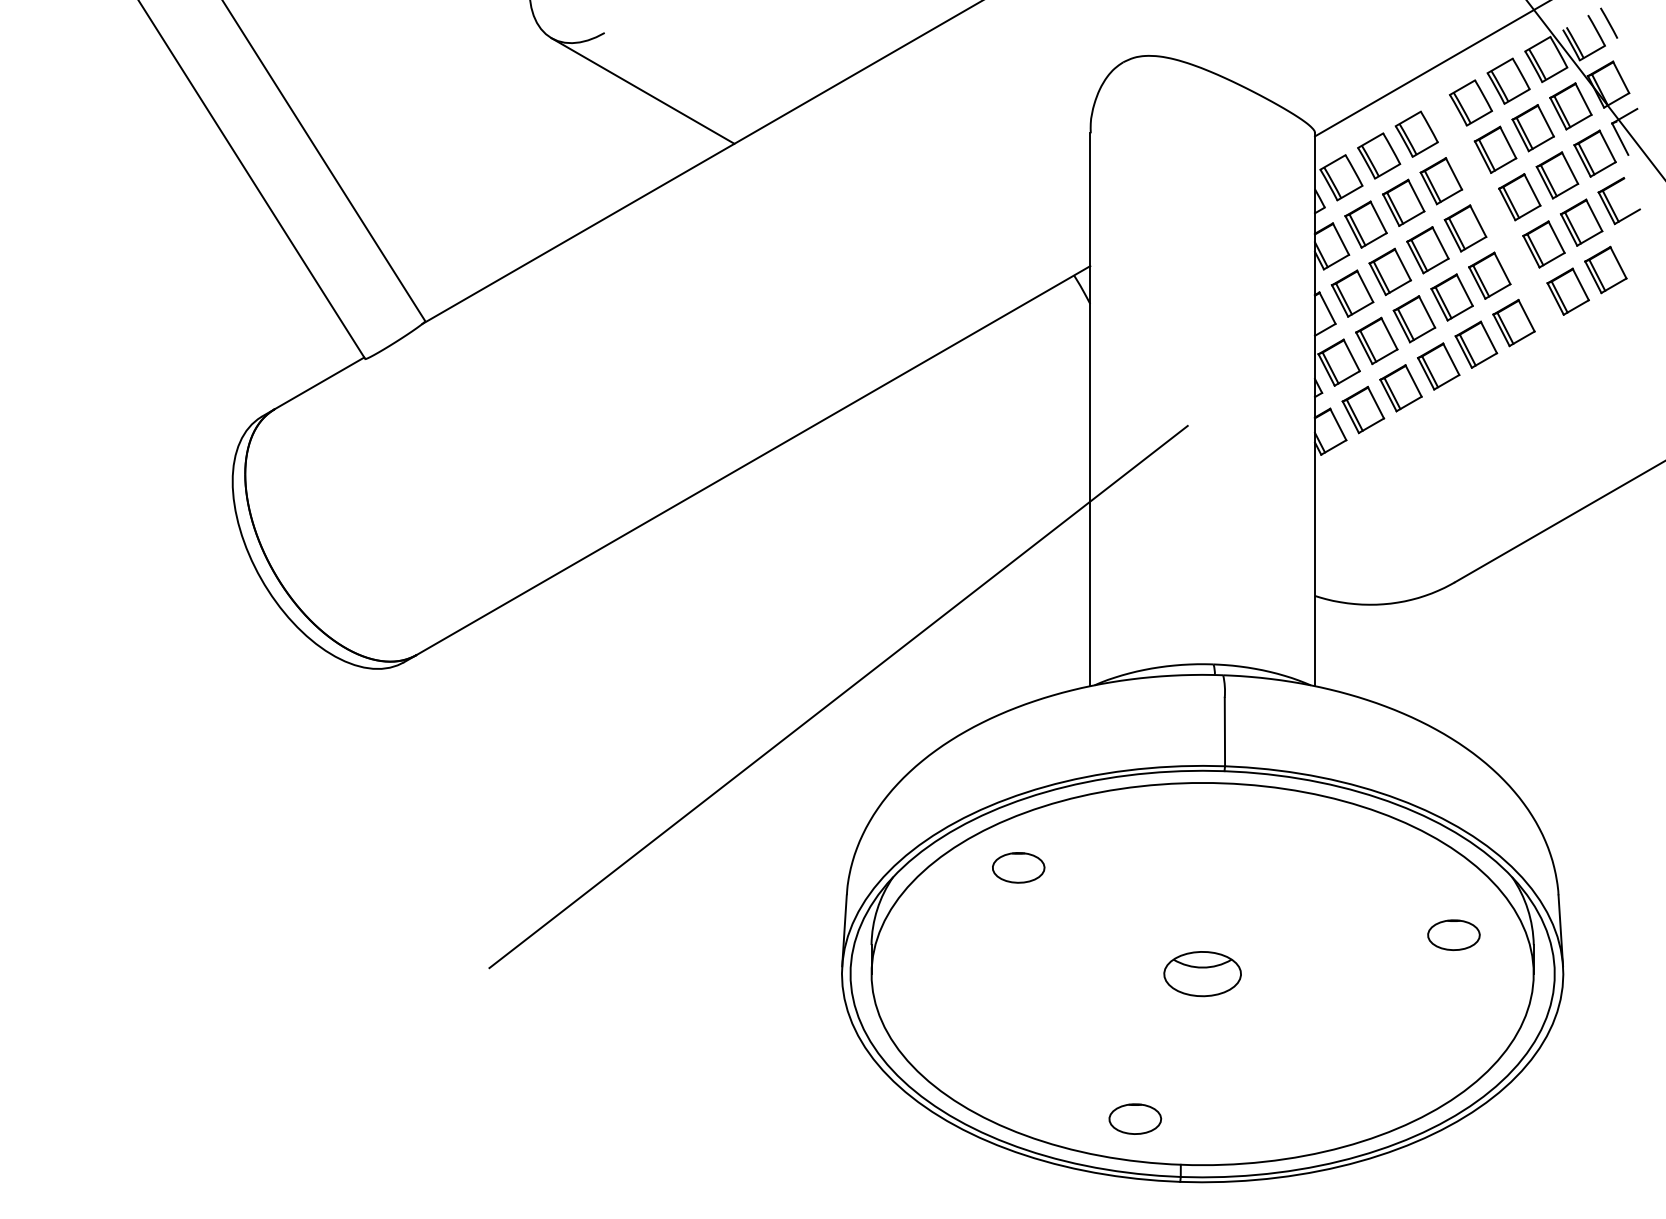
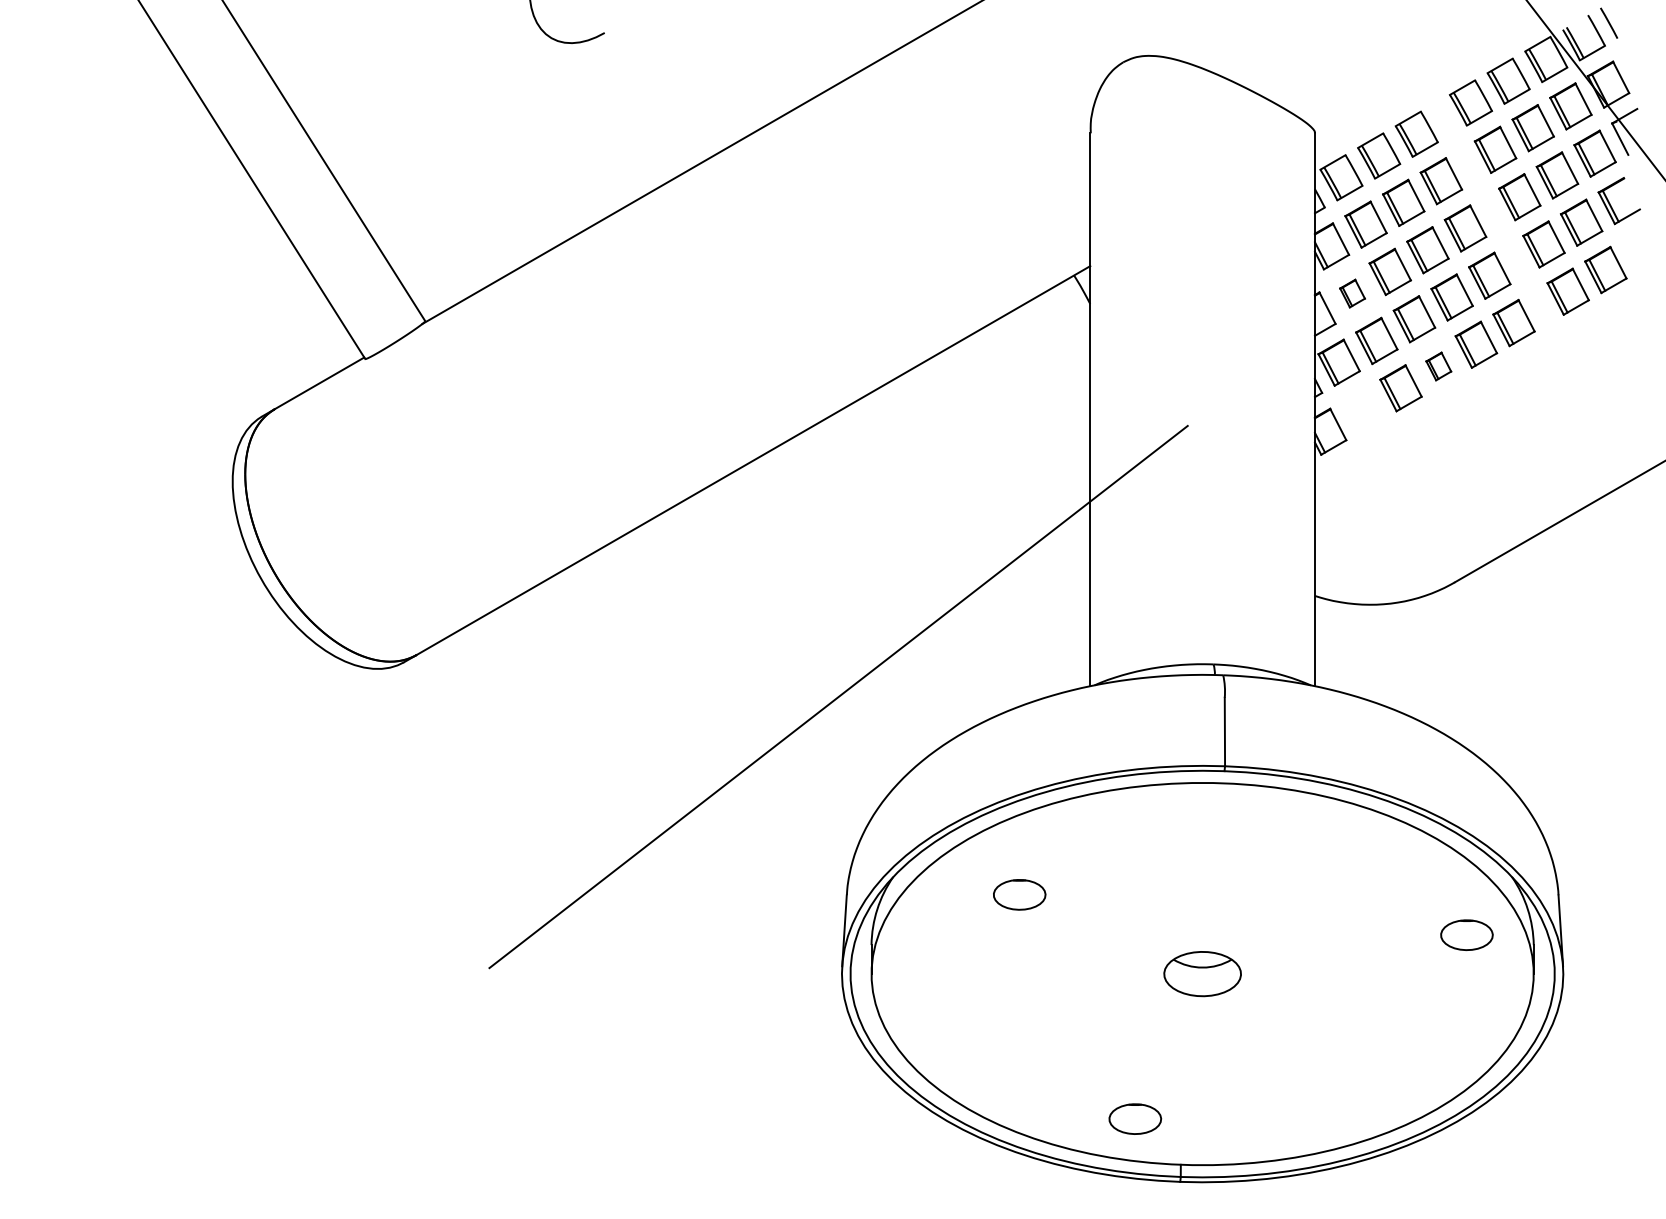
line at (1431, 69): present -> none
line at (642, 90): present -> none
part at (1352, 293) size: 45x49 px -> 27x31 px
part at (1438, 366) size: 44x49 px -> 28x31 px
part at (1363, 409): present -> none
part at (1018, 867) position: (1018, 867) -> (1019, 894)
part at (1453, 934) position: (1453, 934) -> (1466, 934)
